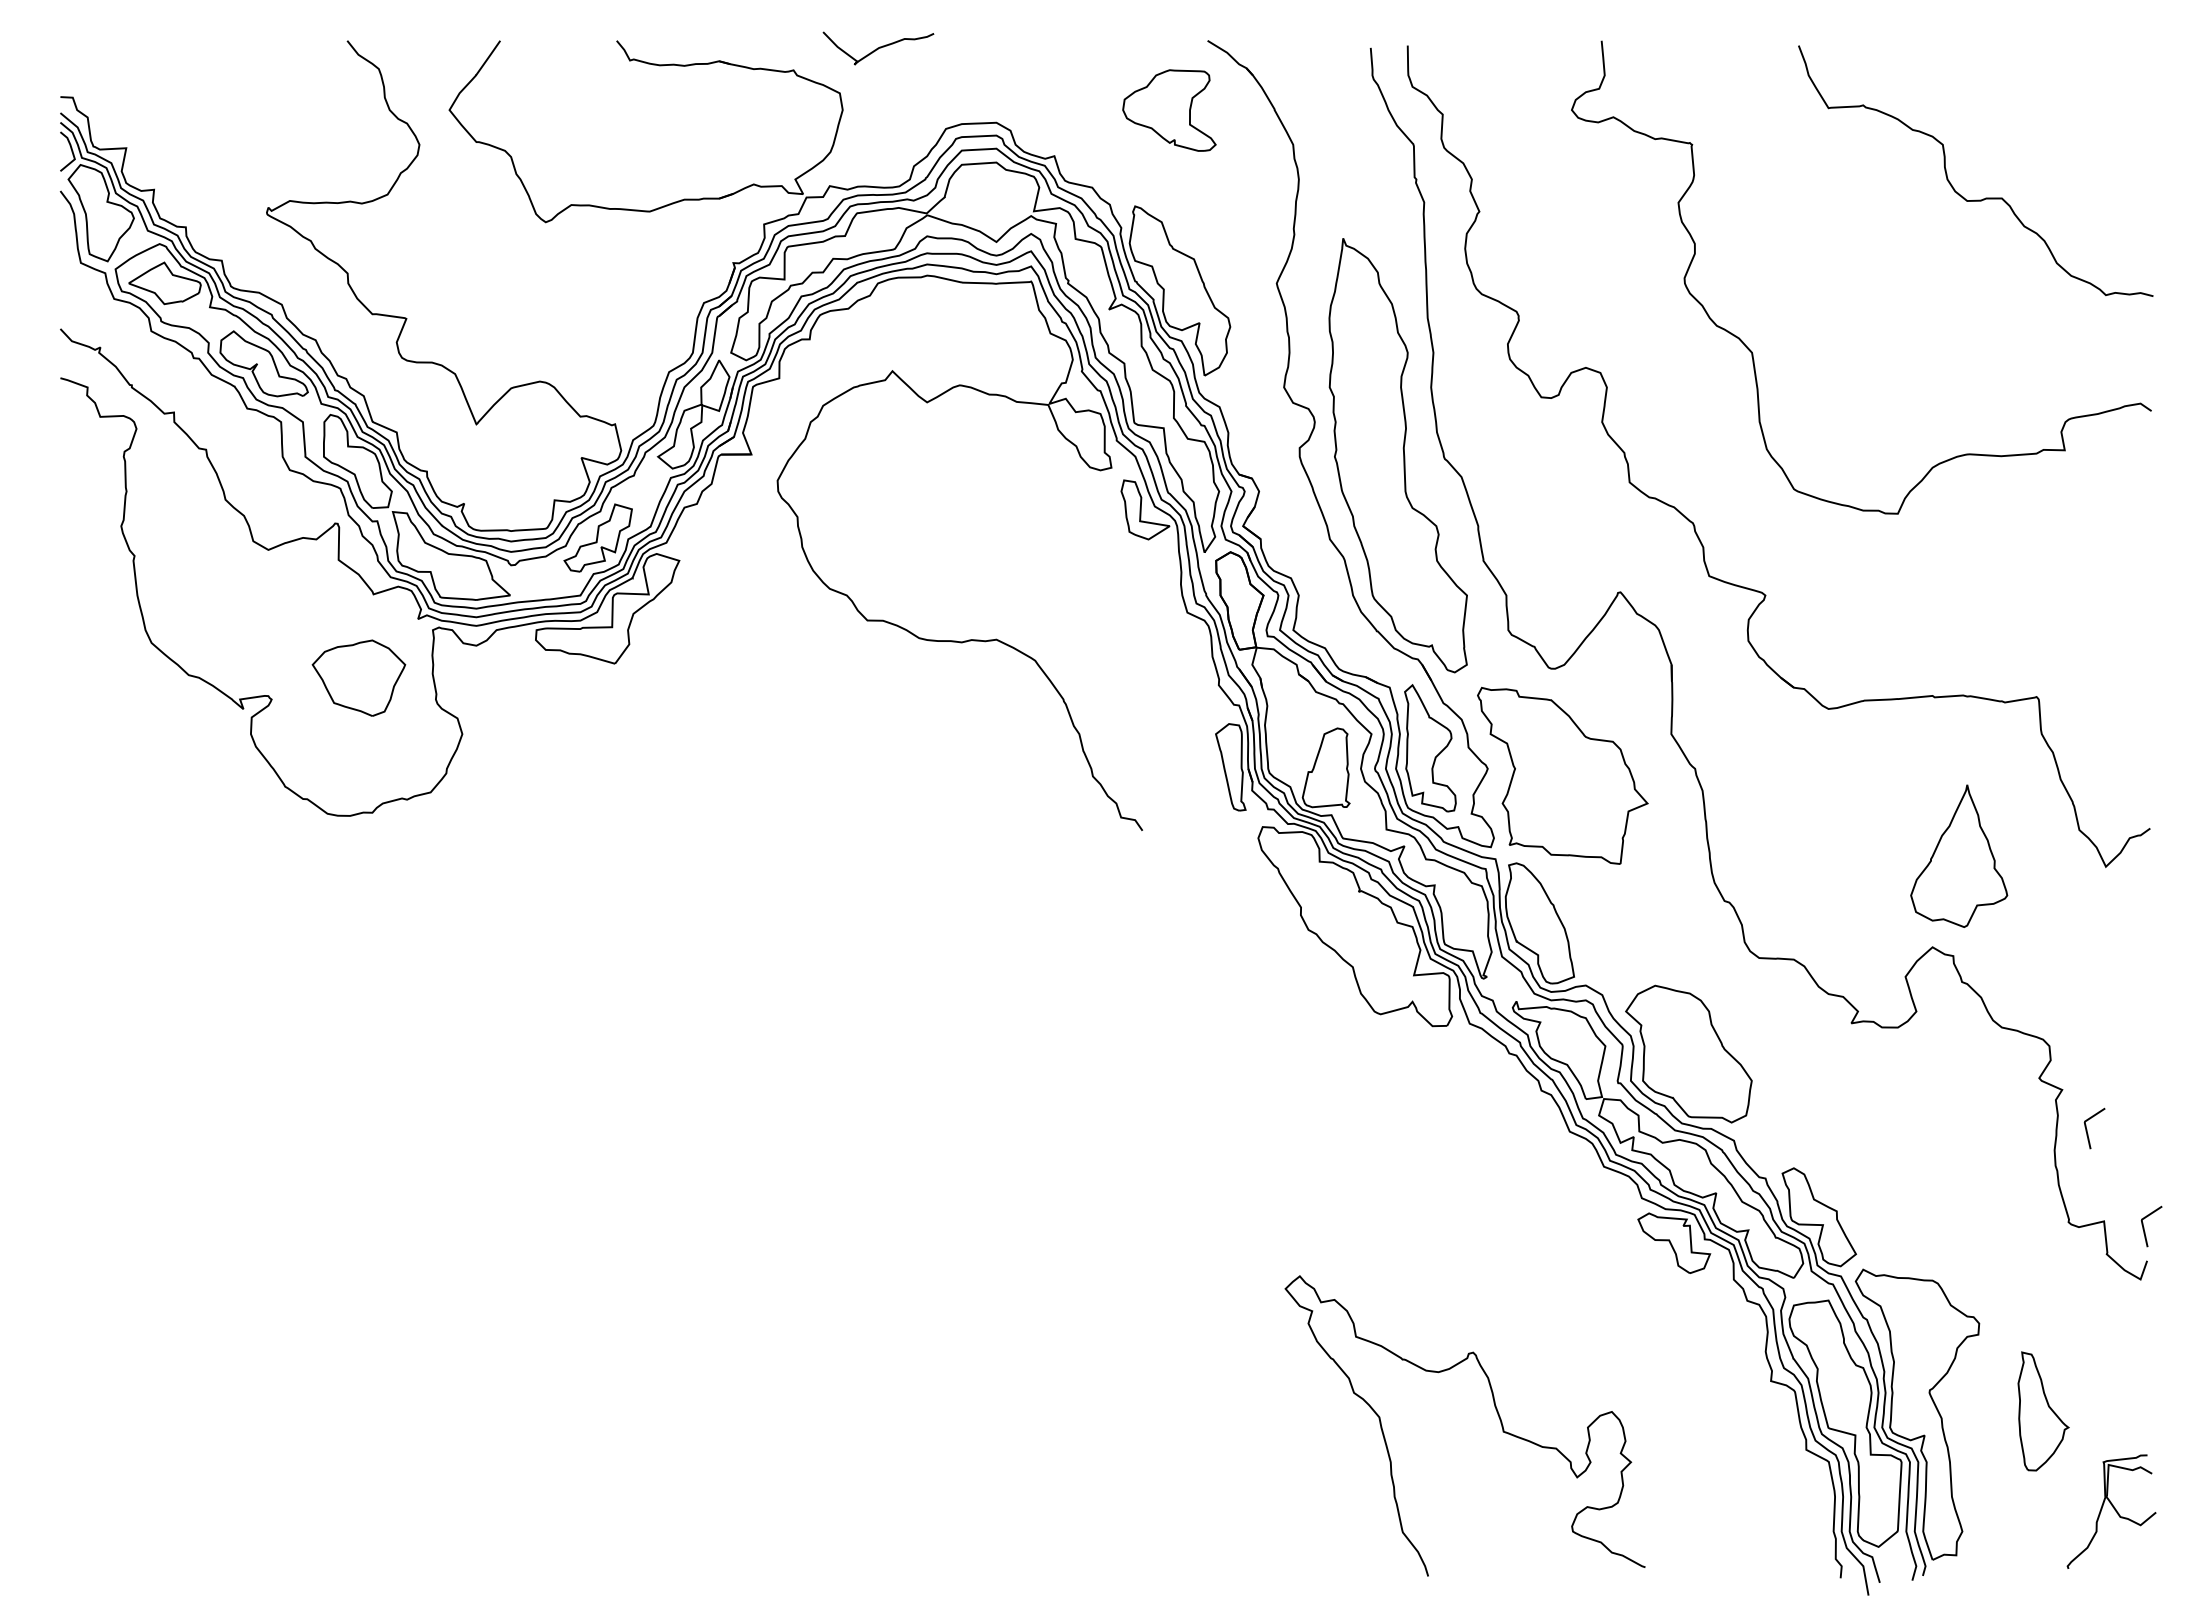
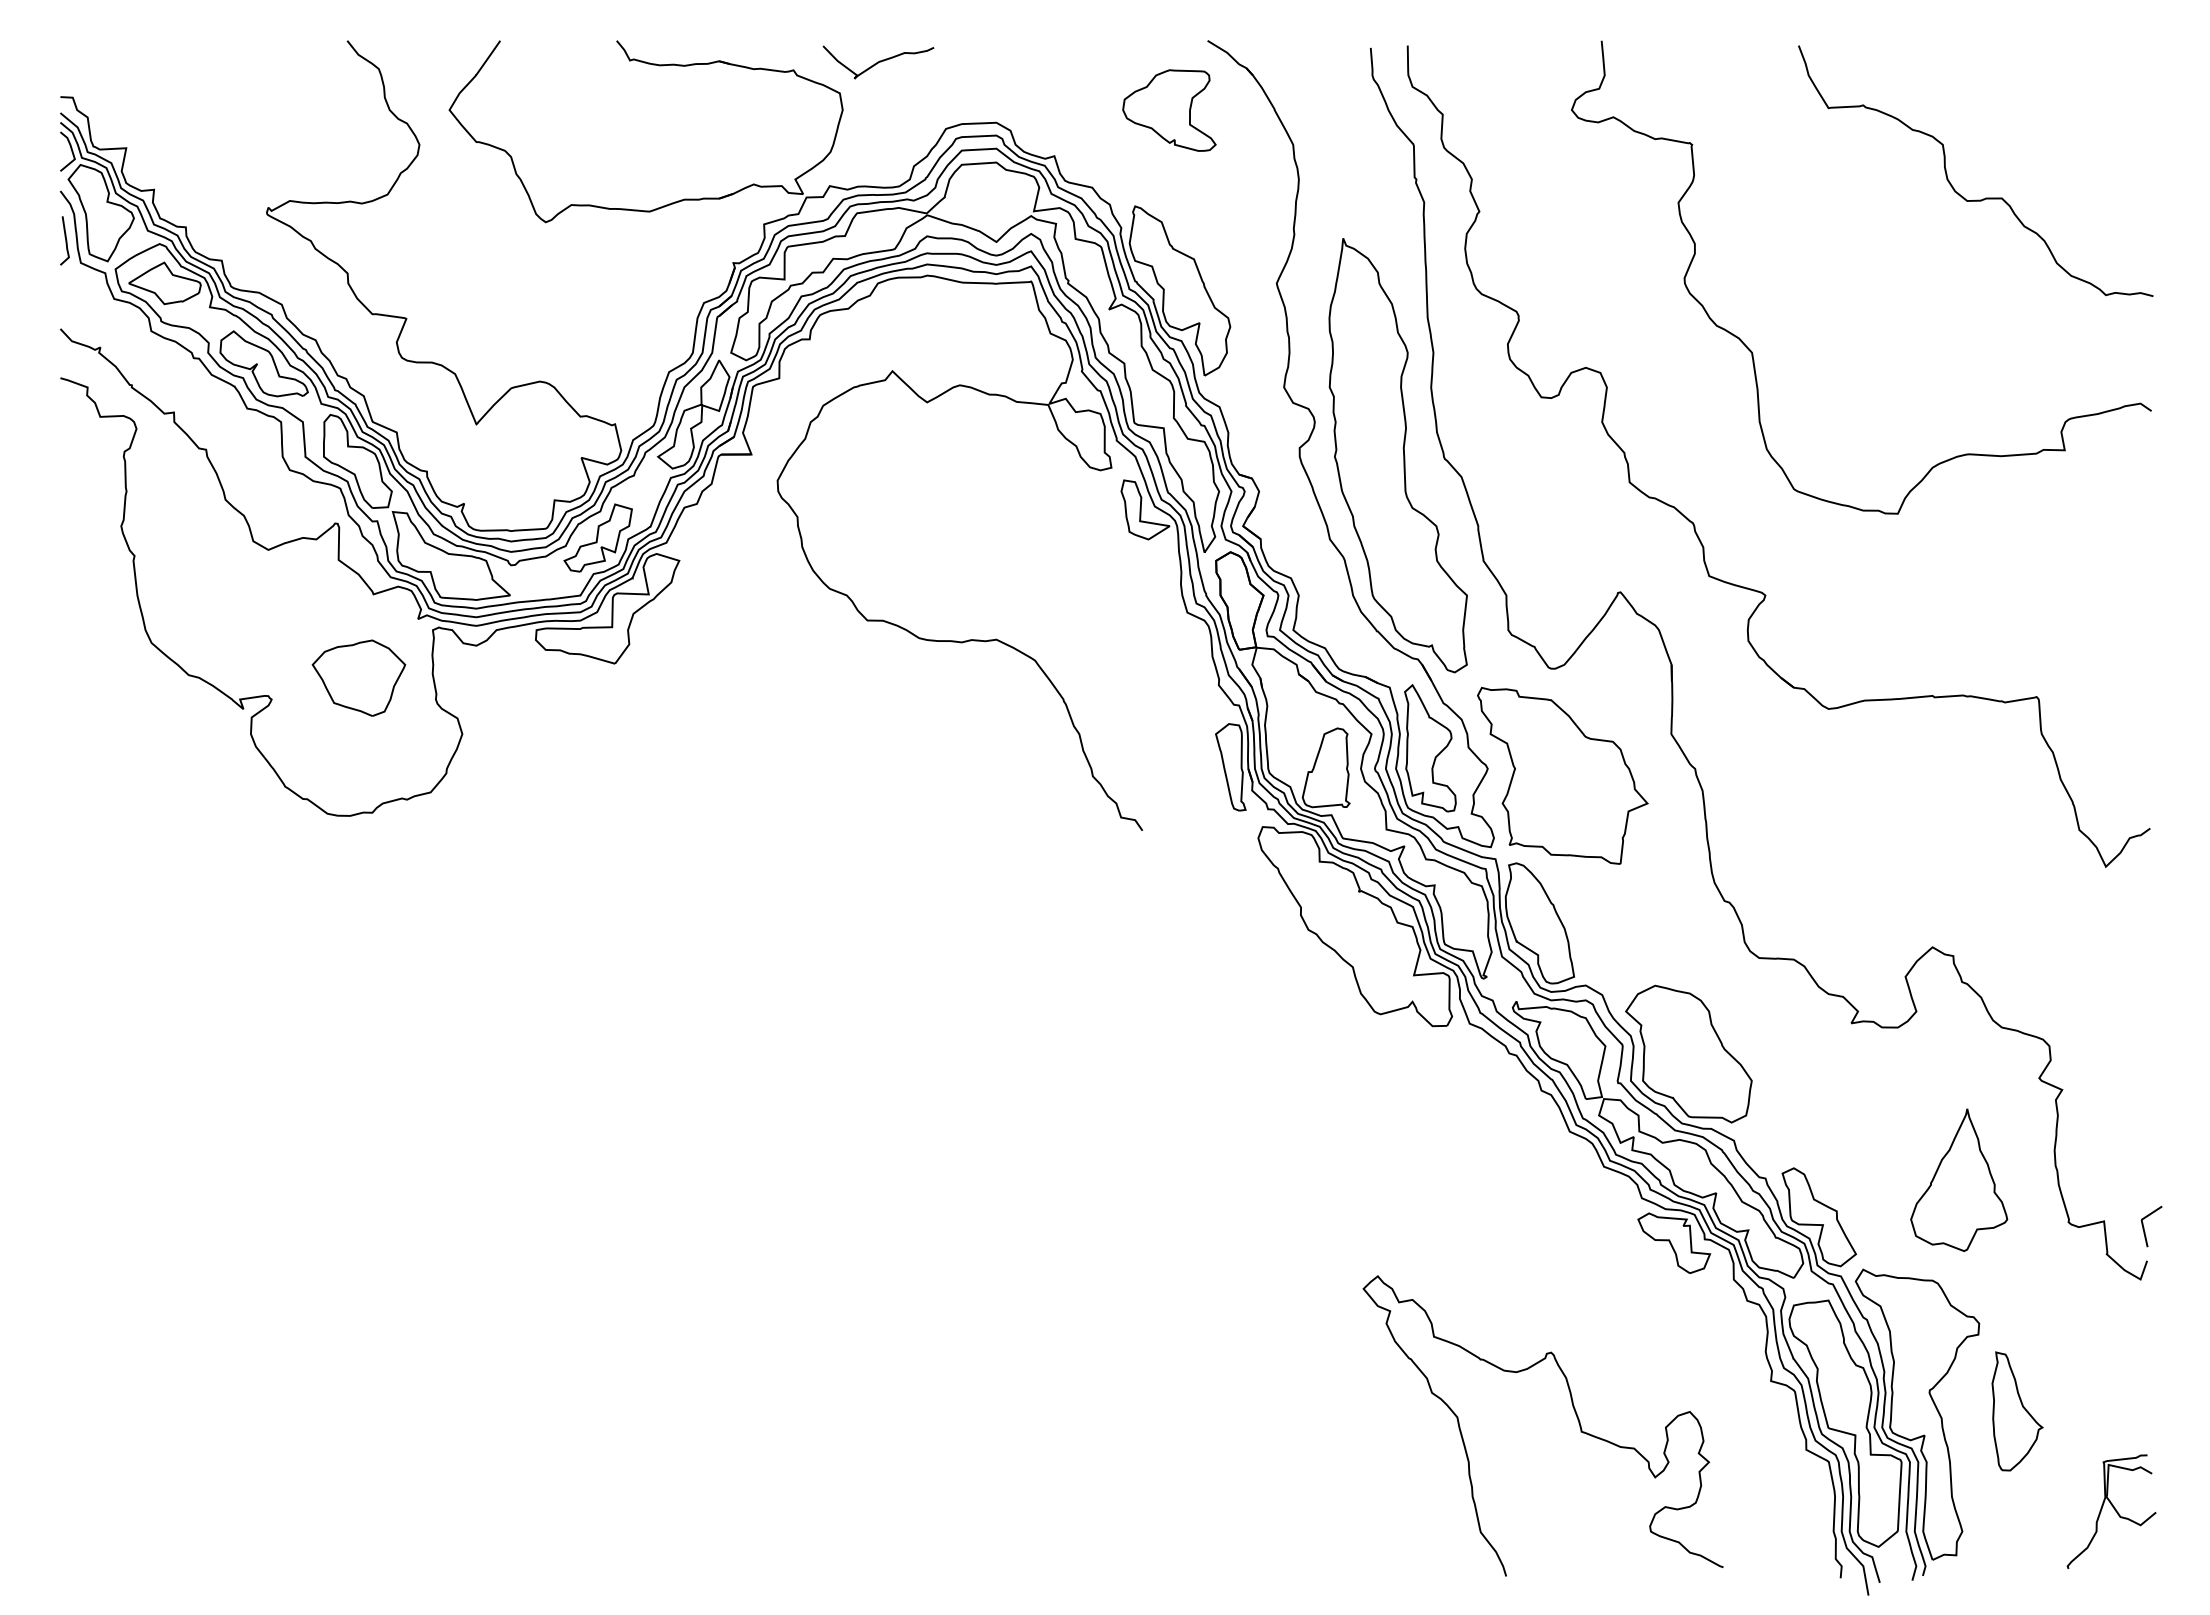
curve at (878, 48) position: (878, 48) -> (878, 62)
line at (65, 240): none -> present
part at (1959, 855) position: (1959, 855) -> (1959, 1179)
line at (2087, 1129): present -> none
part at (2043, 1411) position: (2043, 1411) -> (2017, 1411)
curve at (1496, 1412) position: (1496, 1412) -> (1574, 1412)
